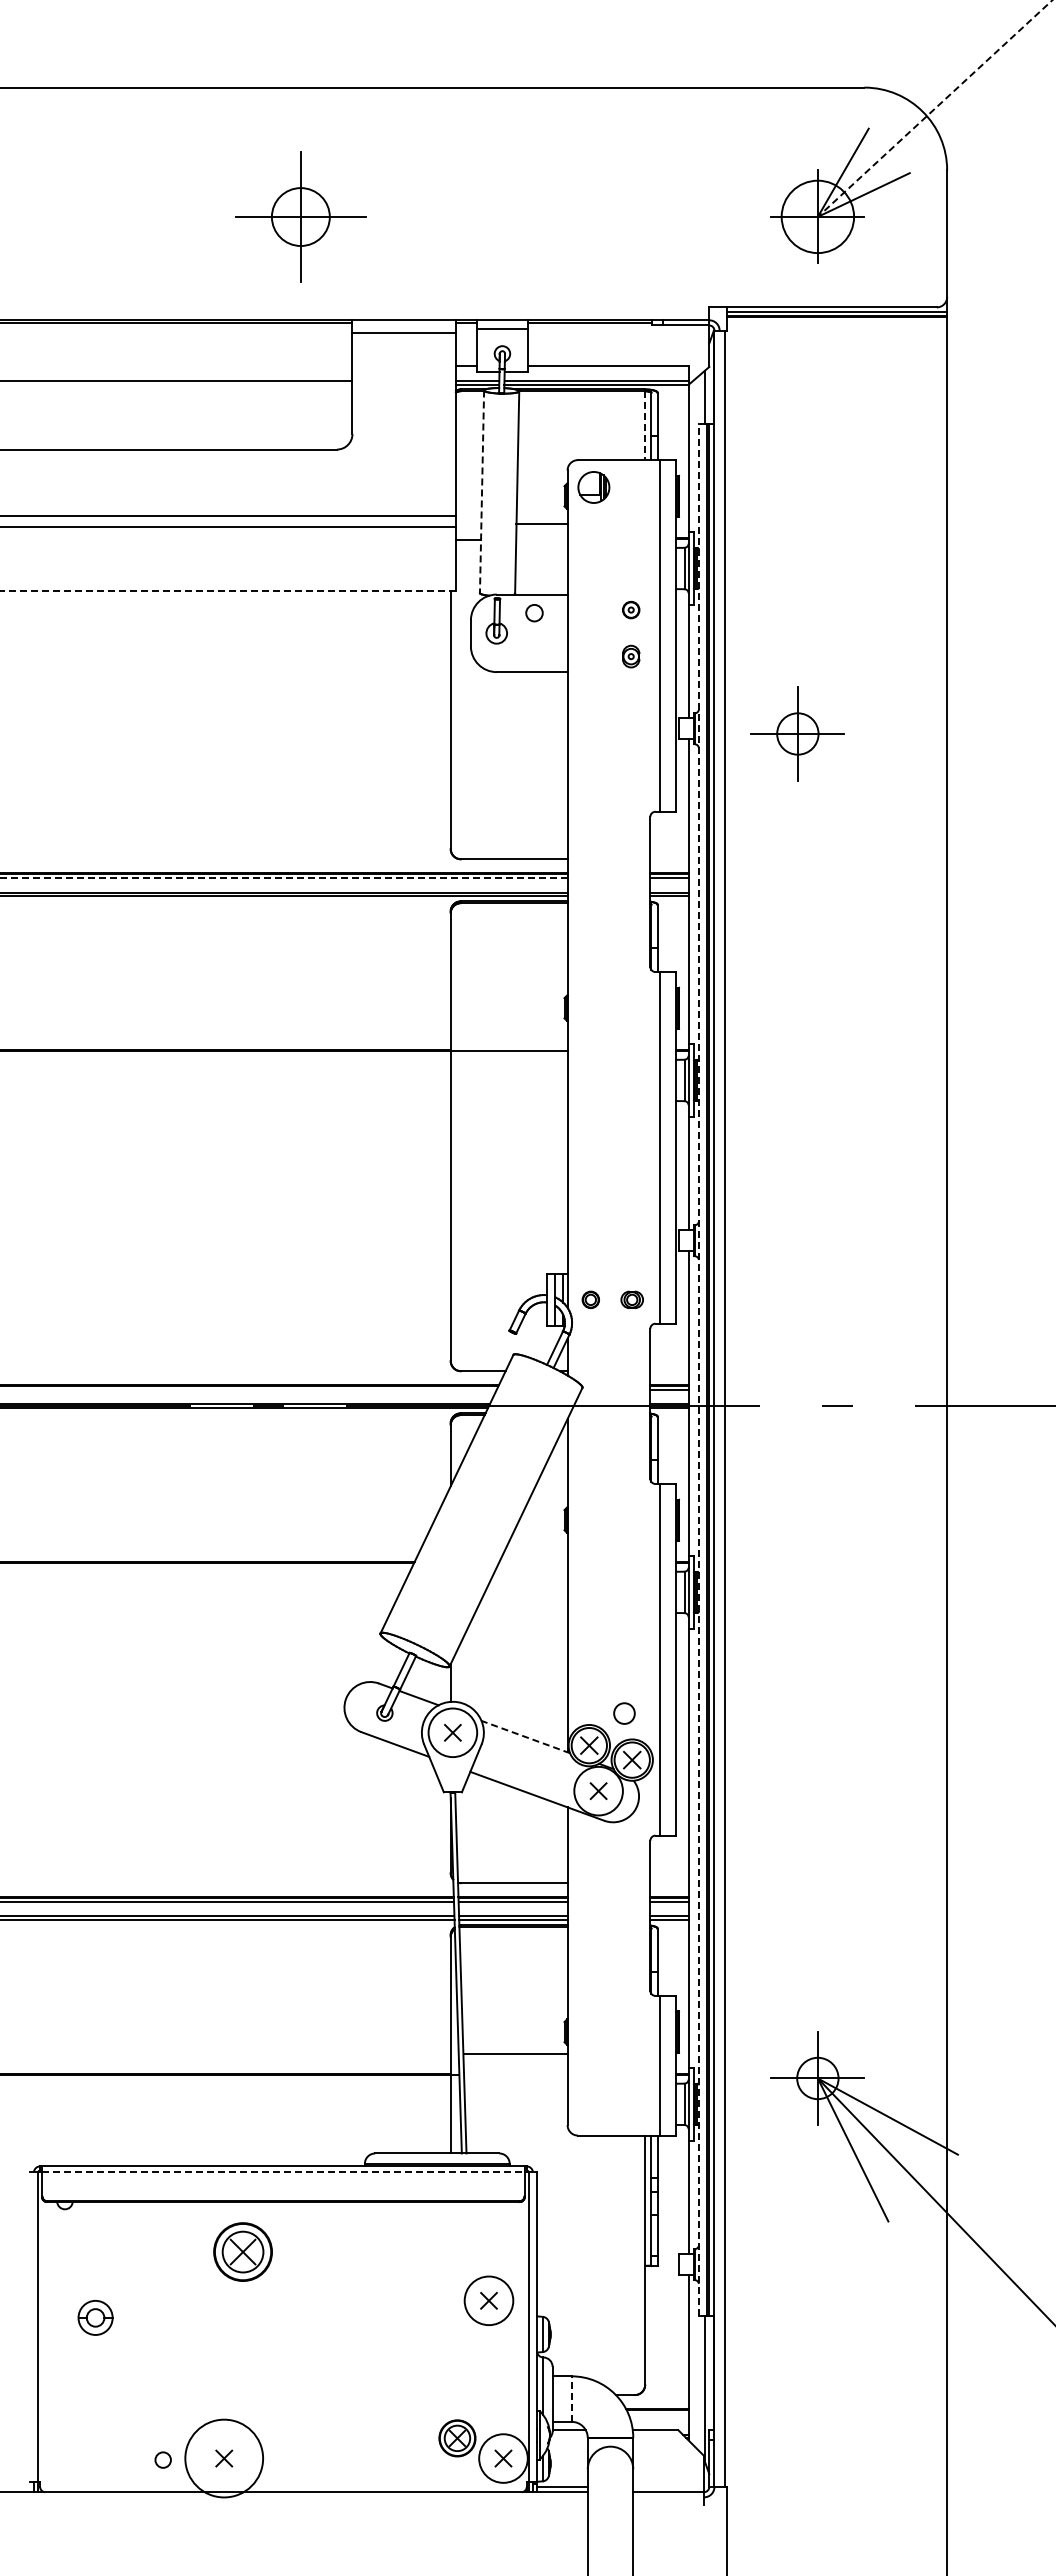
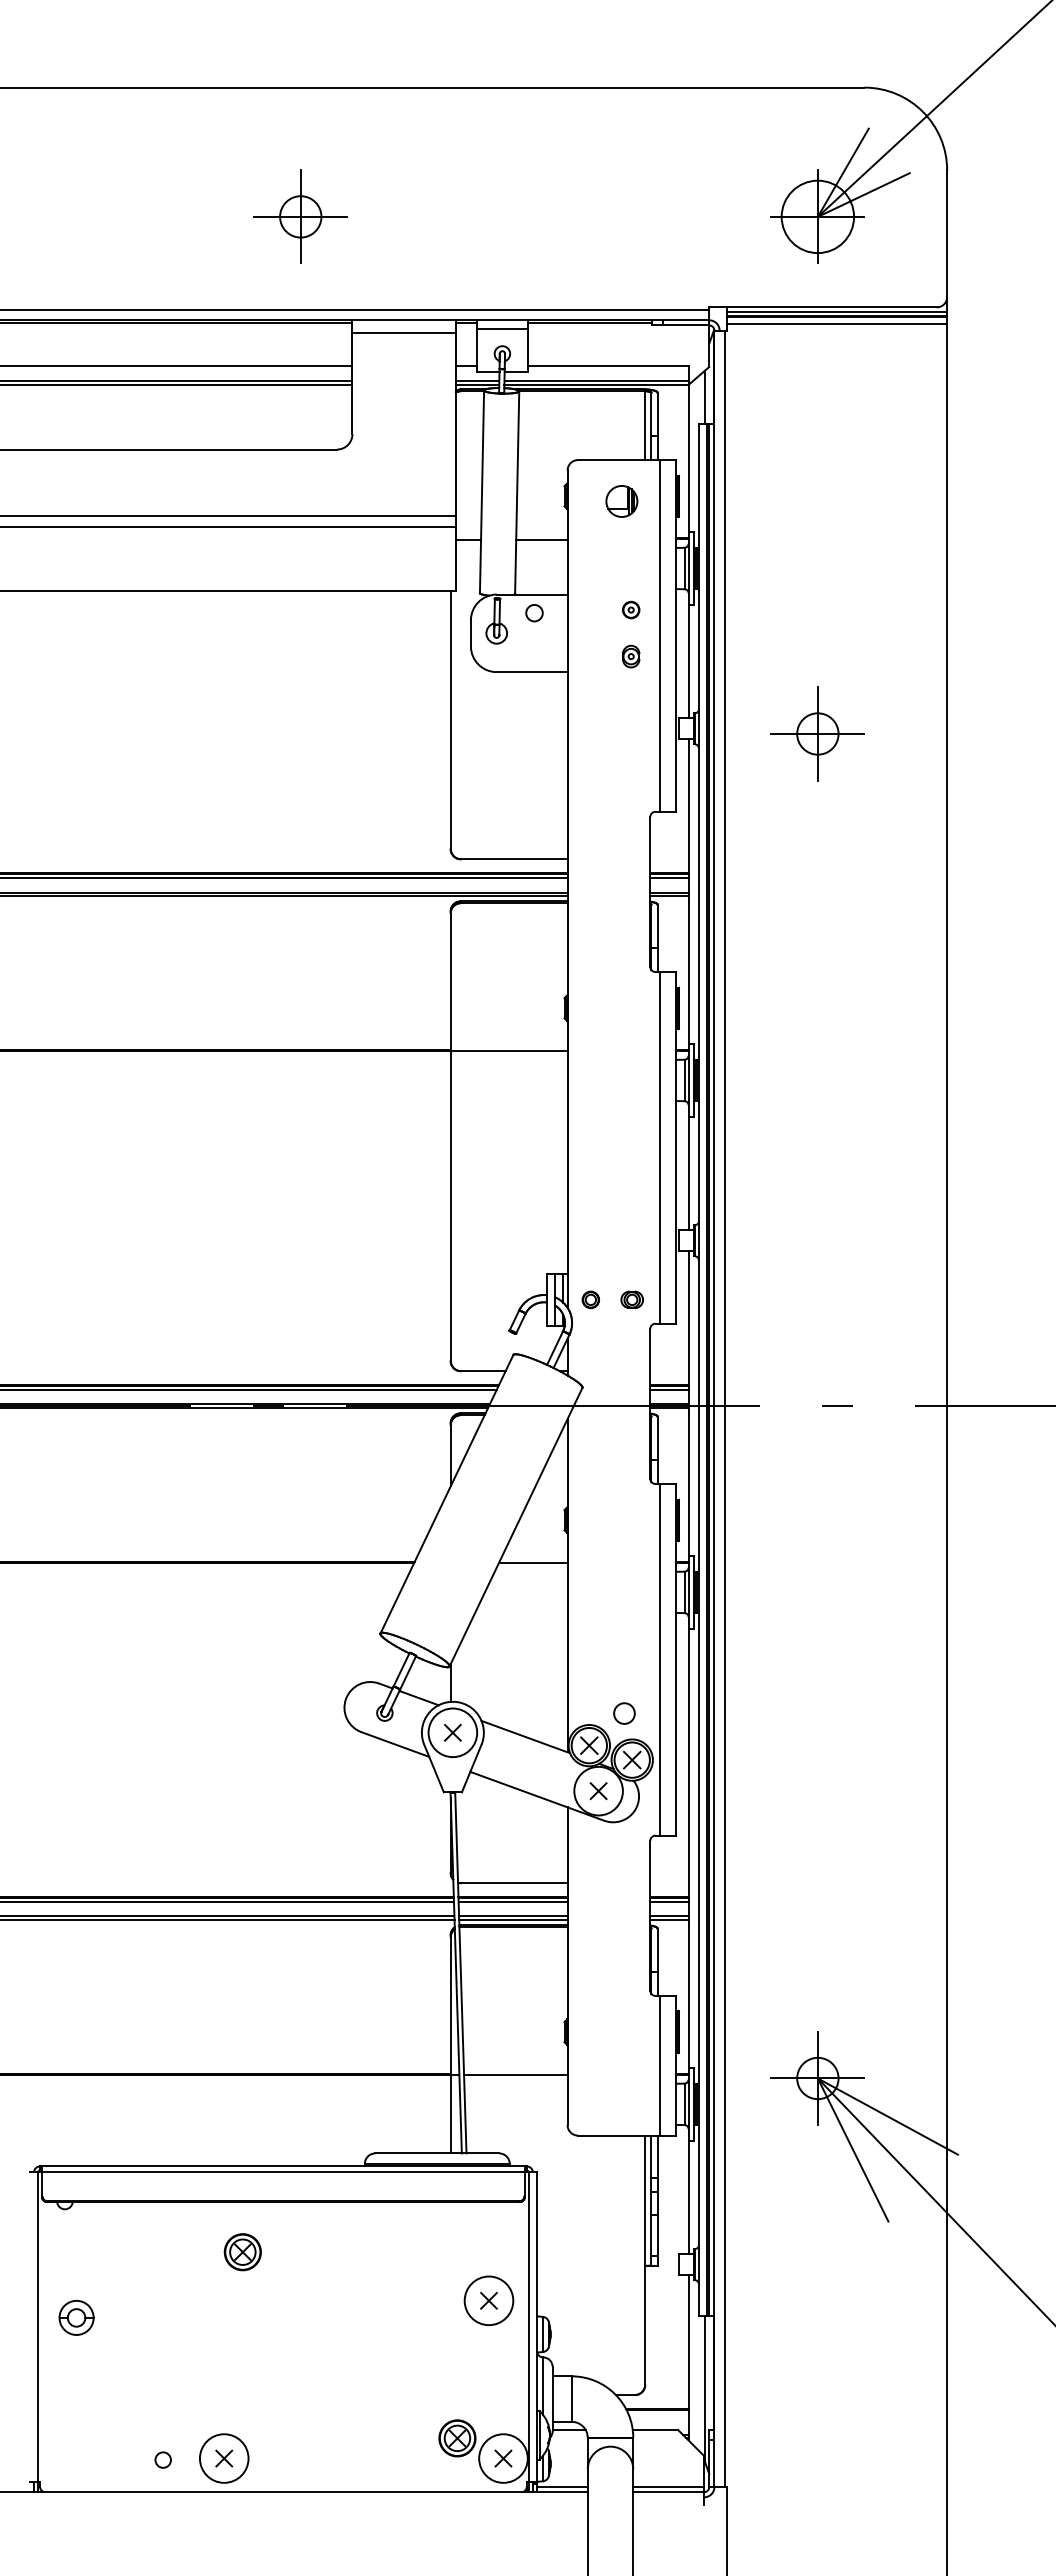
line at (934, 109): dashed -> solid
part at (300, 216) size: 132x132 px -> 95x95 px
line at (355, 309): none -> present
line at (837, 324): none -> present
line at (177, 366): none -> present
line at (177, 384): none -> present
line at (645, 426): dashed -> solid
part at (593, 487) position: (593, 487) -> (621, 501)
line at (482, 492): dashed -> solid
line at (541, 523) position: (541, 523) -> (541, 539)
line at (227, 591): dashed -> solid
part at (797, 733) position: (797, 733) -> (817, 733)
line at (283, 878): dashed -> solid
line at (698, 1369): dashed -> solid
line at (249, 1389): none -> present
line at (532, 1563): none -> present
line at (525, 1736): dashed -> solid
line at (515, 2054) position: (515, 2054) -> (515, 2075)
line at (283, 2171): dashed -> solid
part at (242, 2251) size: 60x60 px -> 39x39 px
part at (95, 2317) position: (95, 2317) -> (76, 2317)
line at (571, 2399): dashed -> solid
circle at (224, 2458) diameter: 78 px -> 49 px
line at (668, 2487): none -> present
